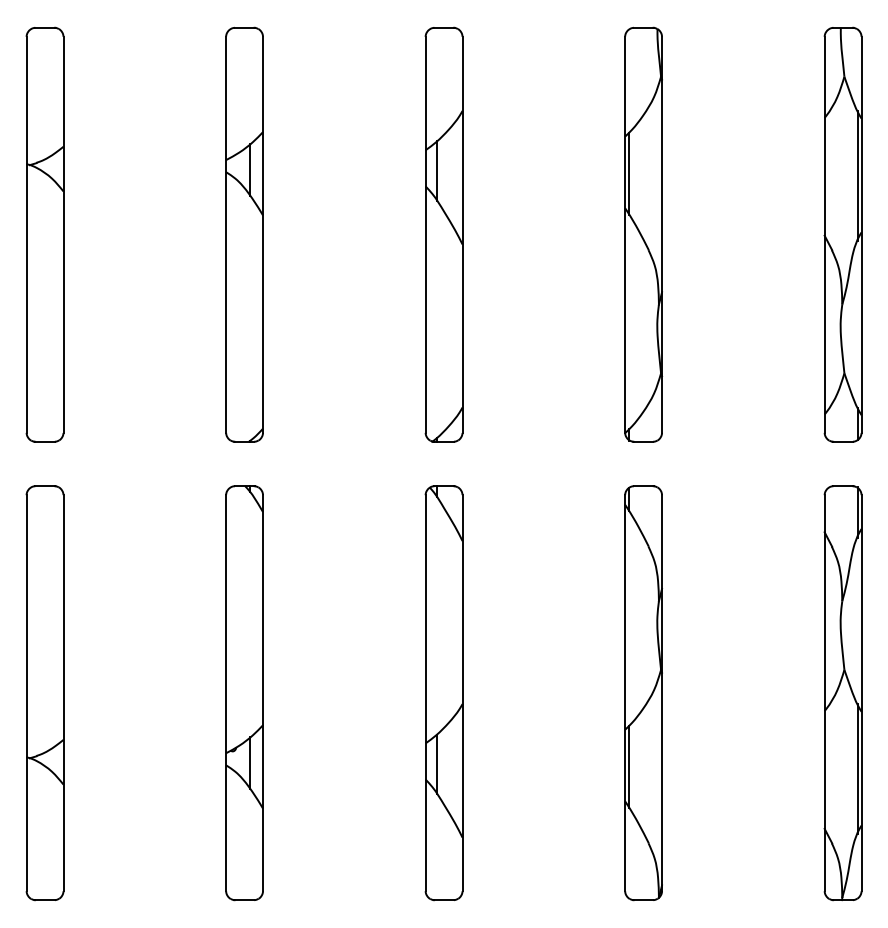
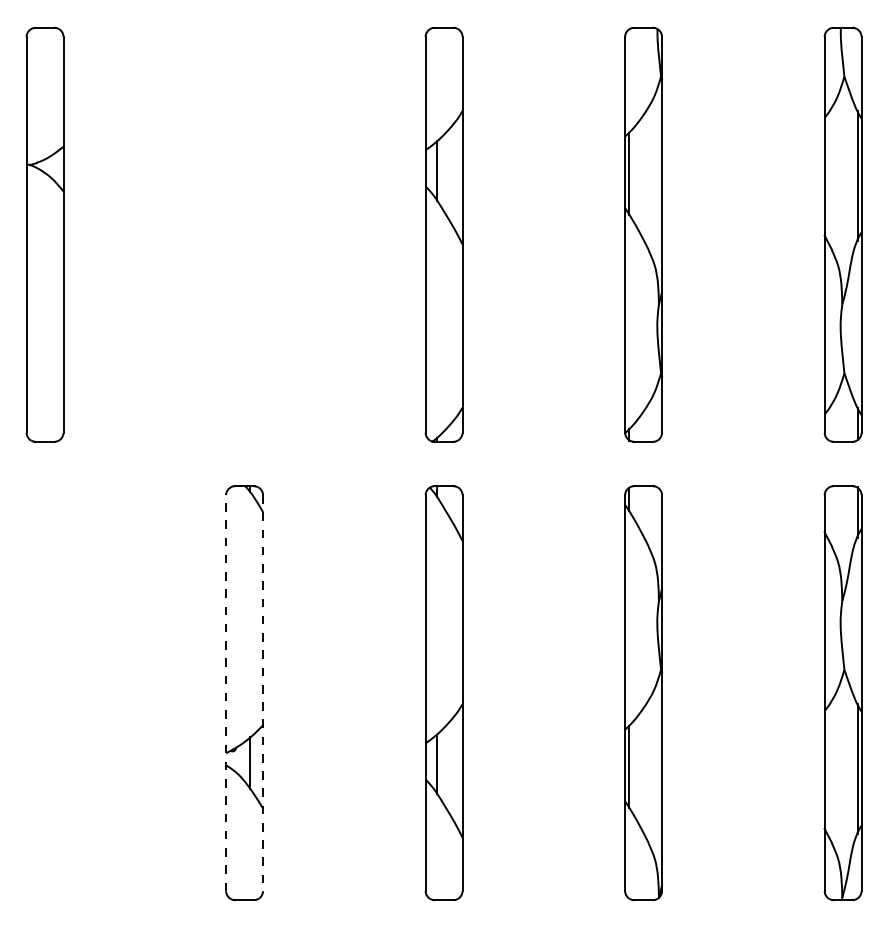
part at (244, 234): present -> none
line at (226, 692): solid -> dashed
part at (44, 693): present -> none
line at (263, 693): solid -> dashed
